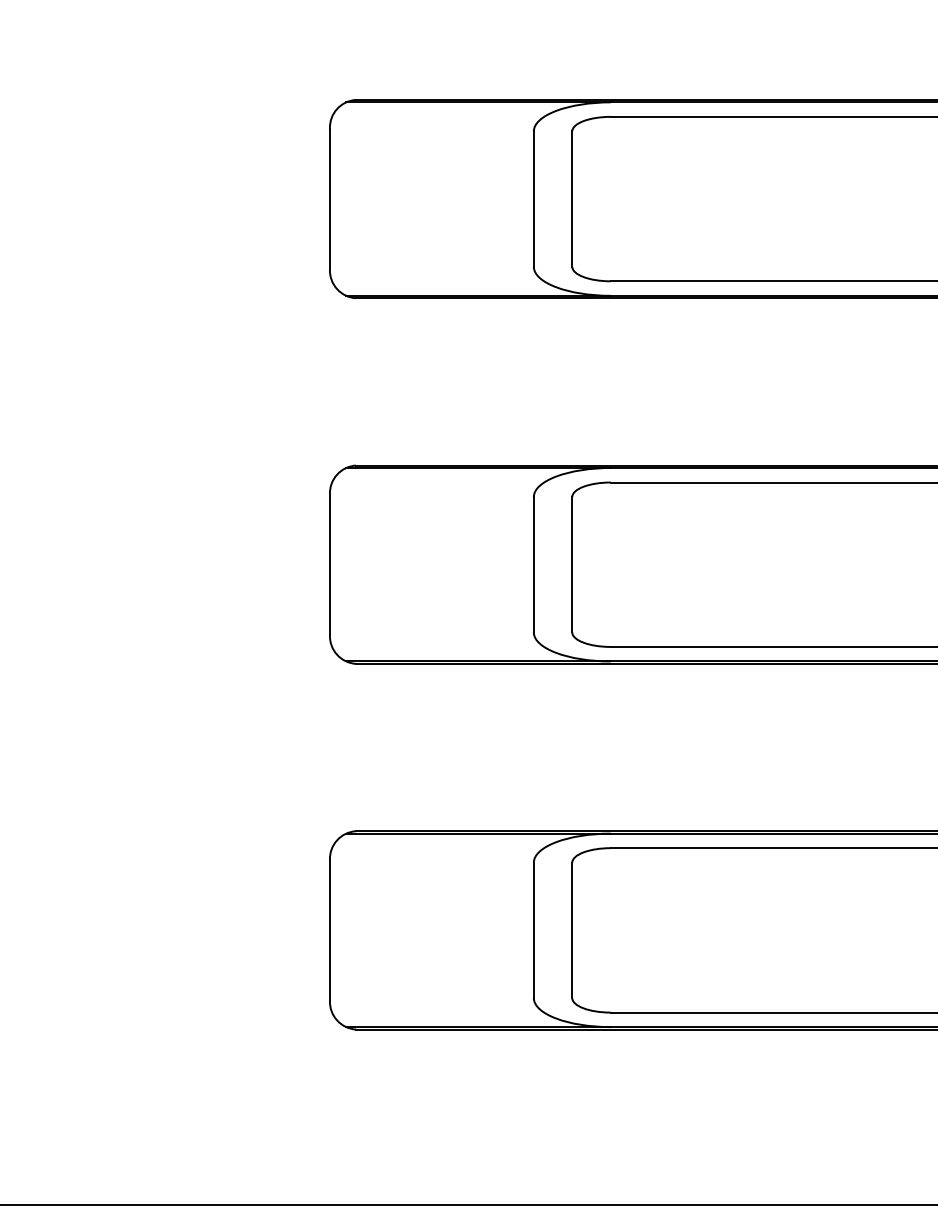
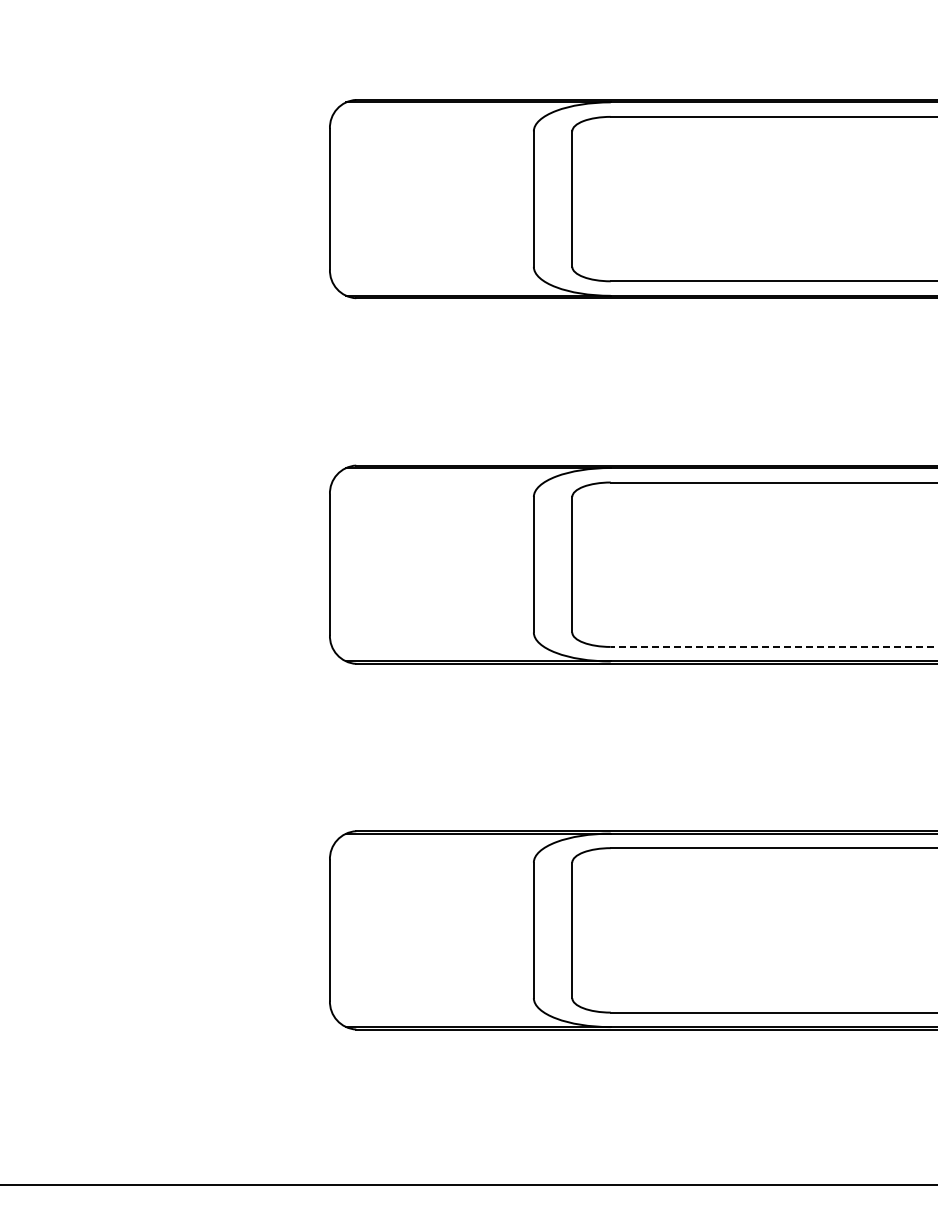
line at (773, 646): solid -> dashed
line at (468, 1205) position: (468, 1205) -> (468, 1185)
